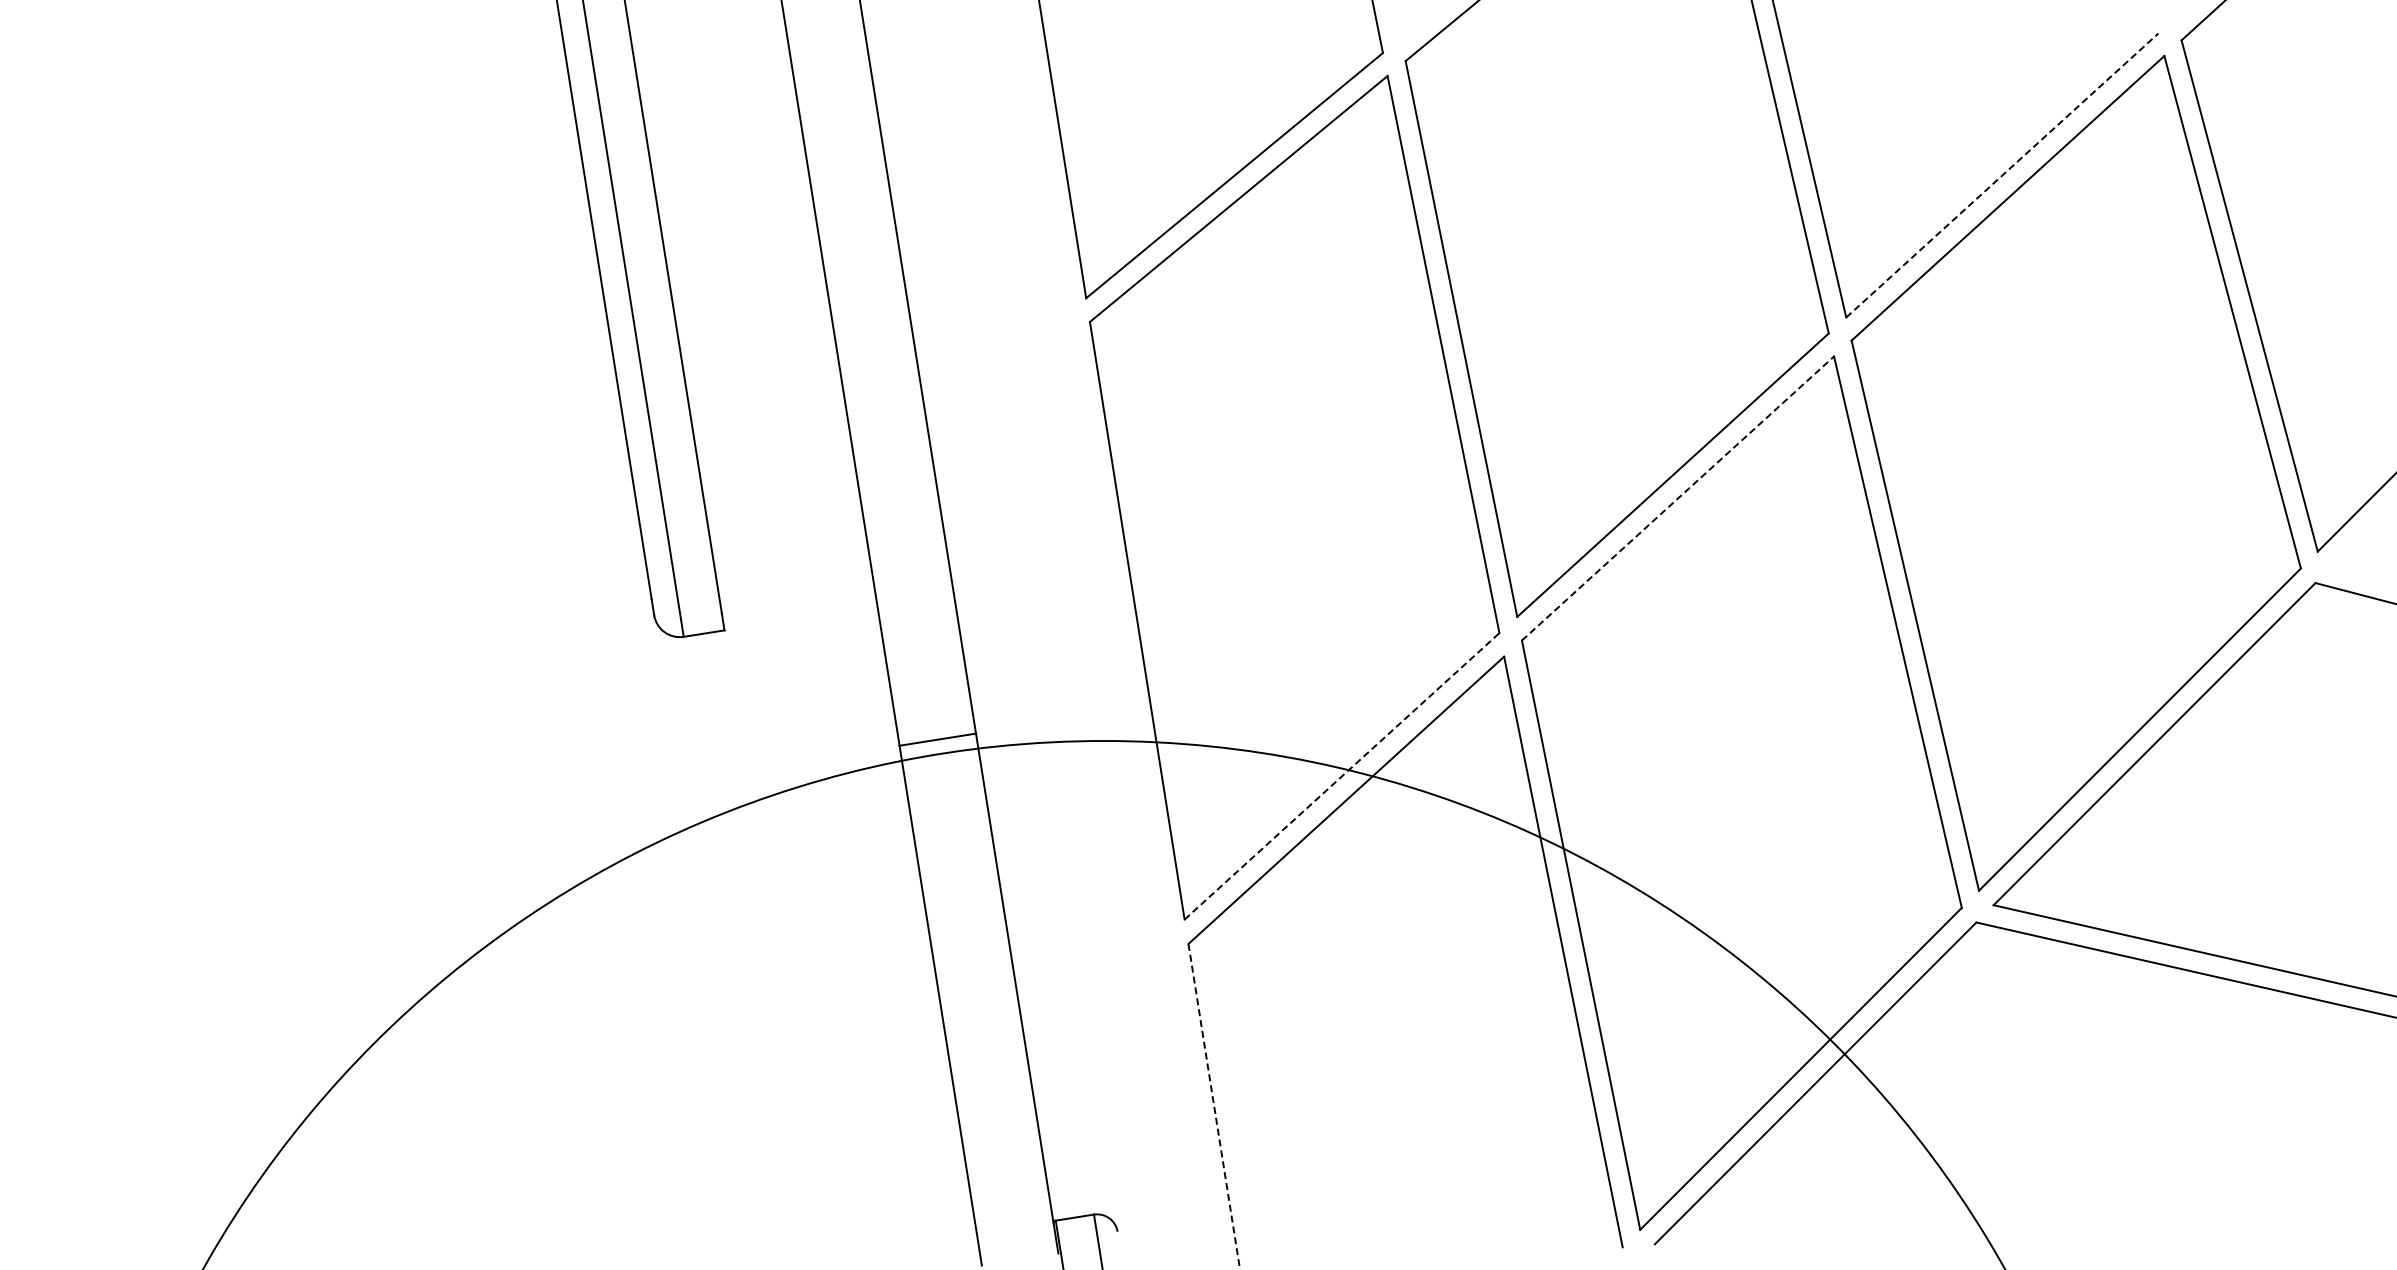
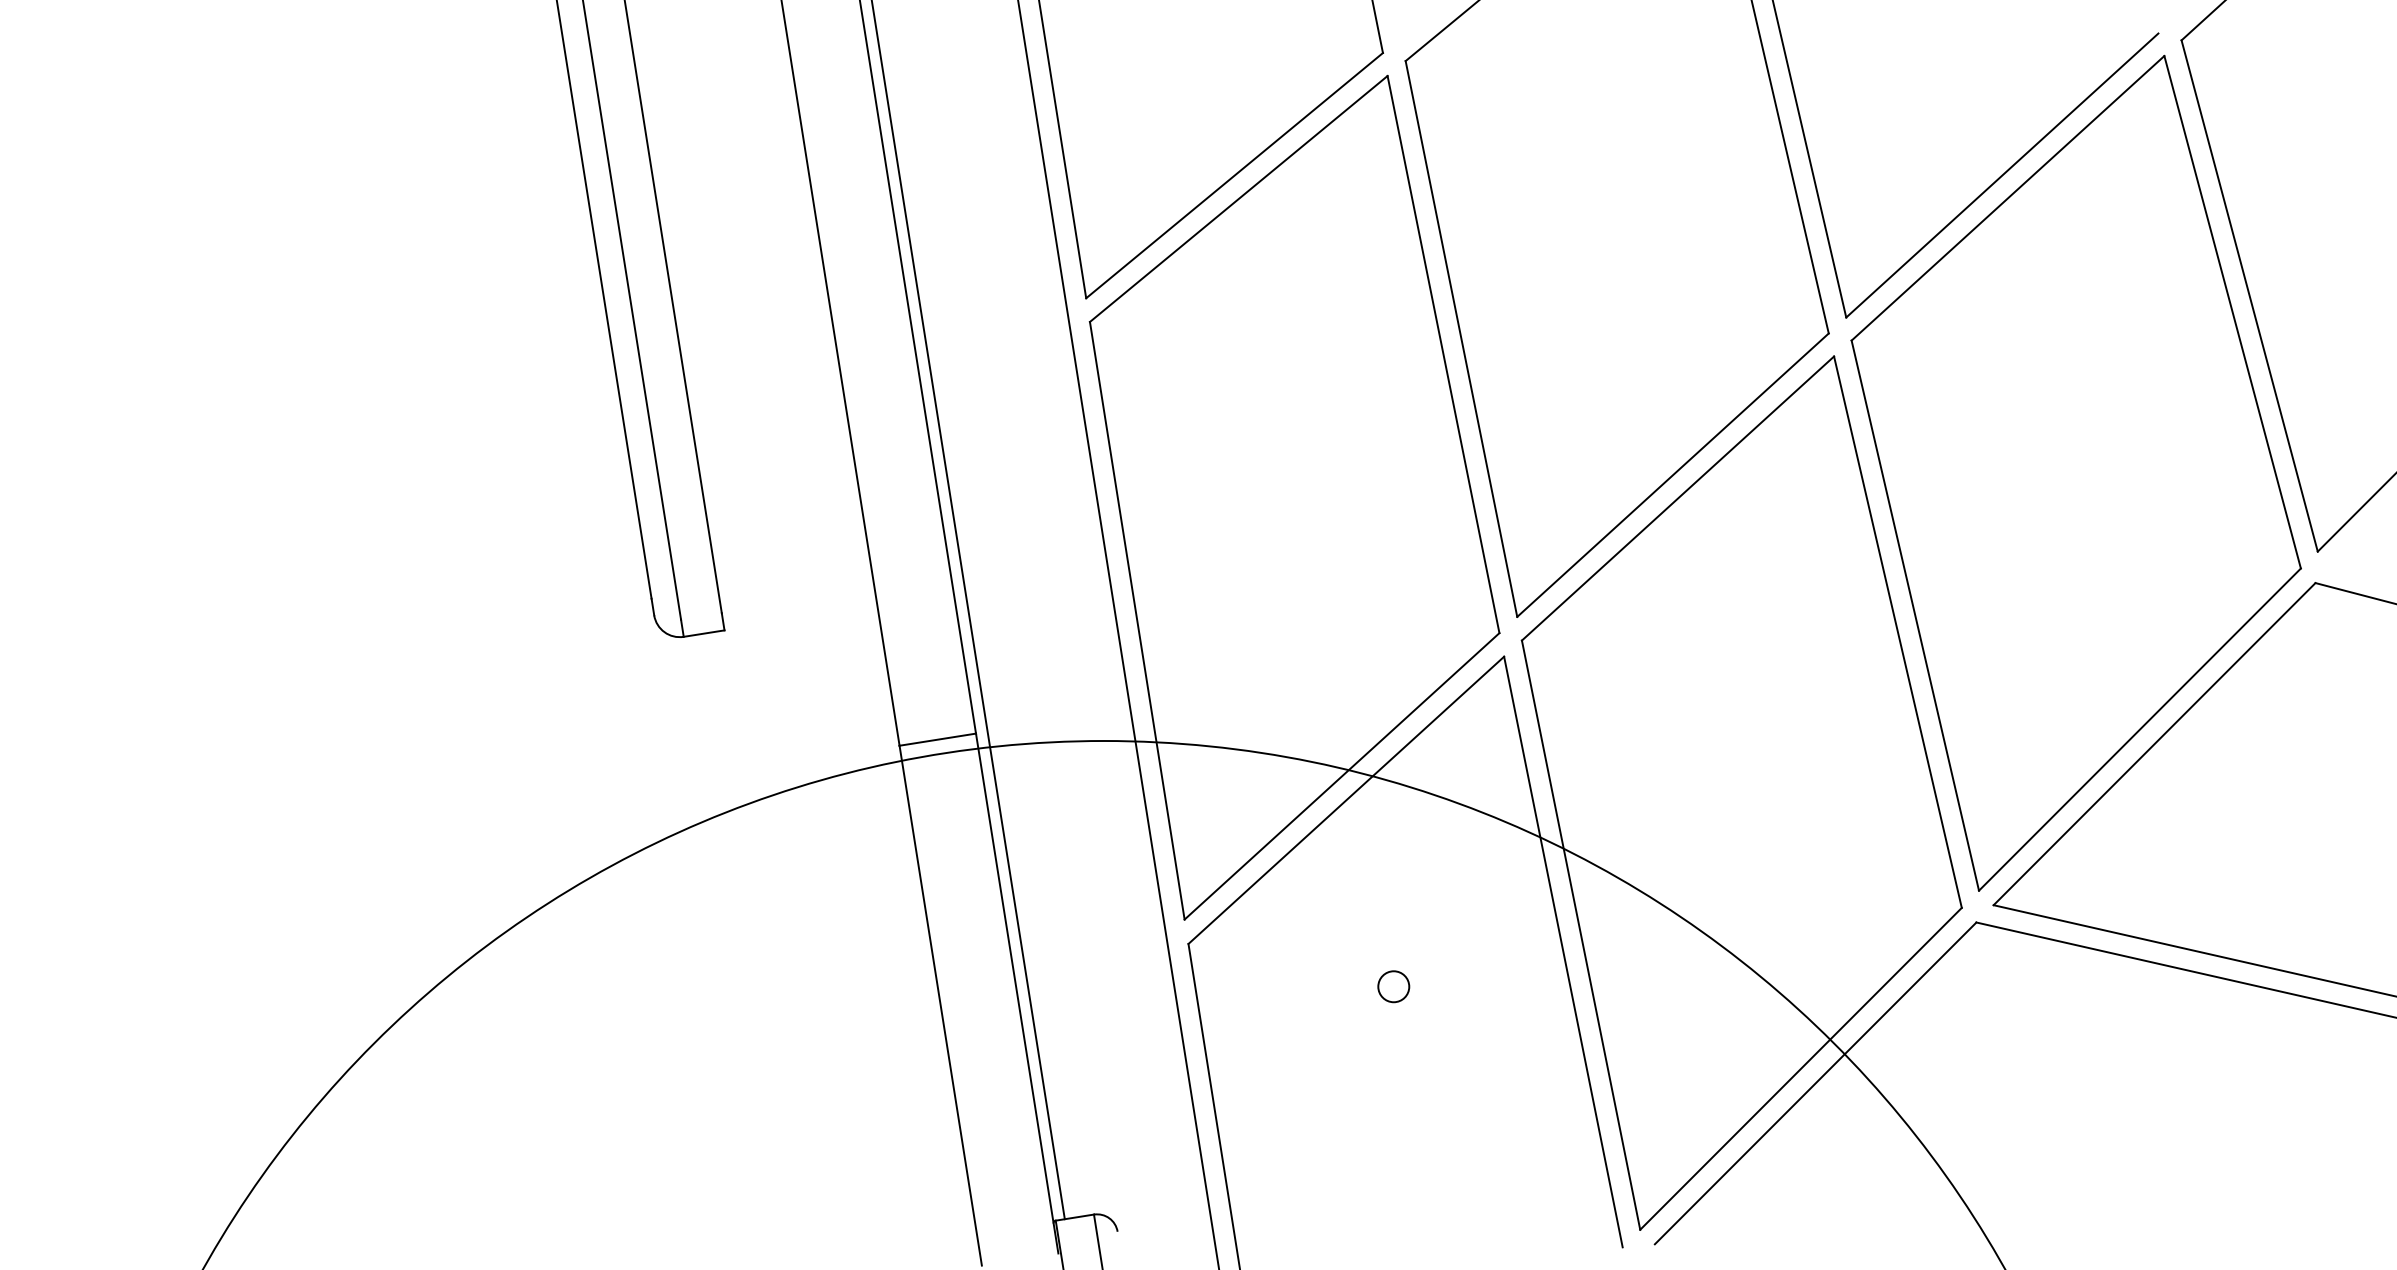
line at (2002, 175): dashed -> solid
line at (1678, 498): dashed -> solid
line at (968, 610): none -> present
line at (1118, 634): none -> present
line at (1342, 776): dashed -> solid
circle at (1393, 986): none -> present
line at (1214, 1106): dashed -> solid
